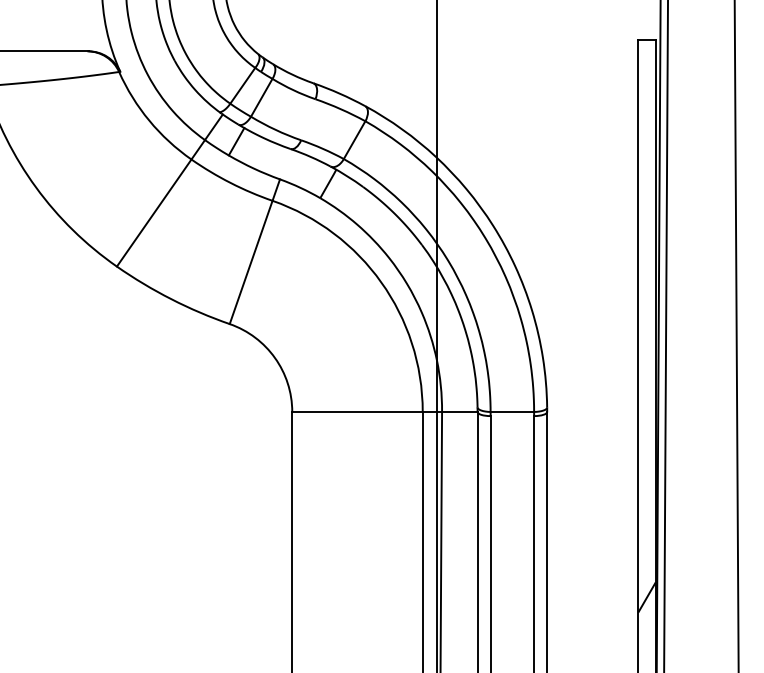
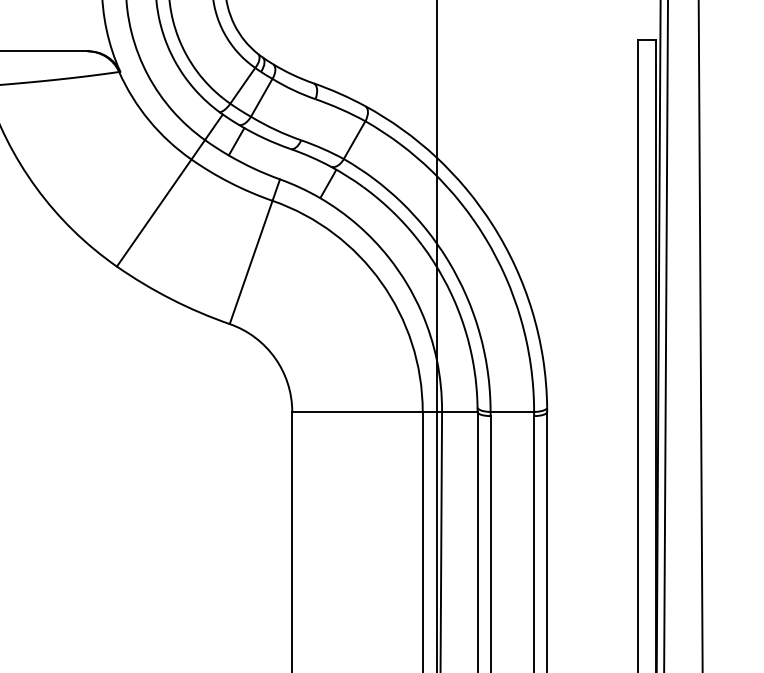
line at (736, 335) position: (736, 335) -> (700, 335)
hatch at (646, 597): present -> none
